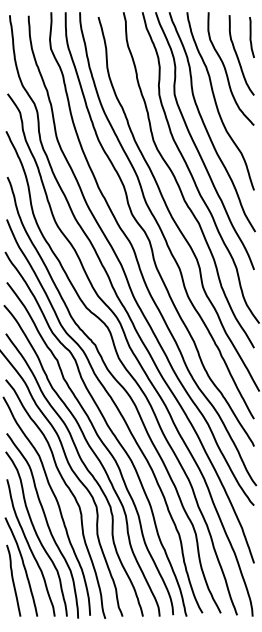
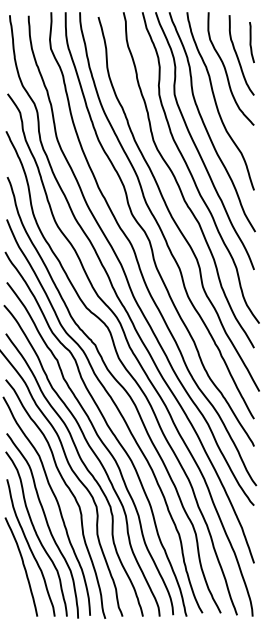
curve at (251, 37) position: (251, 37) -> (251, 42)
curve at (13, 580): present -> none
